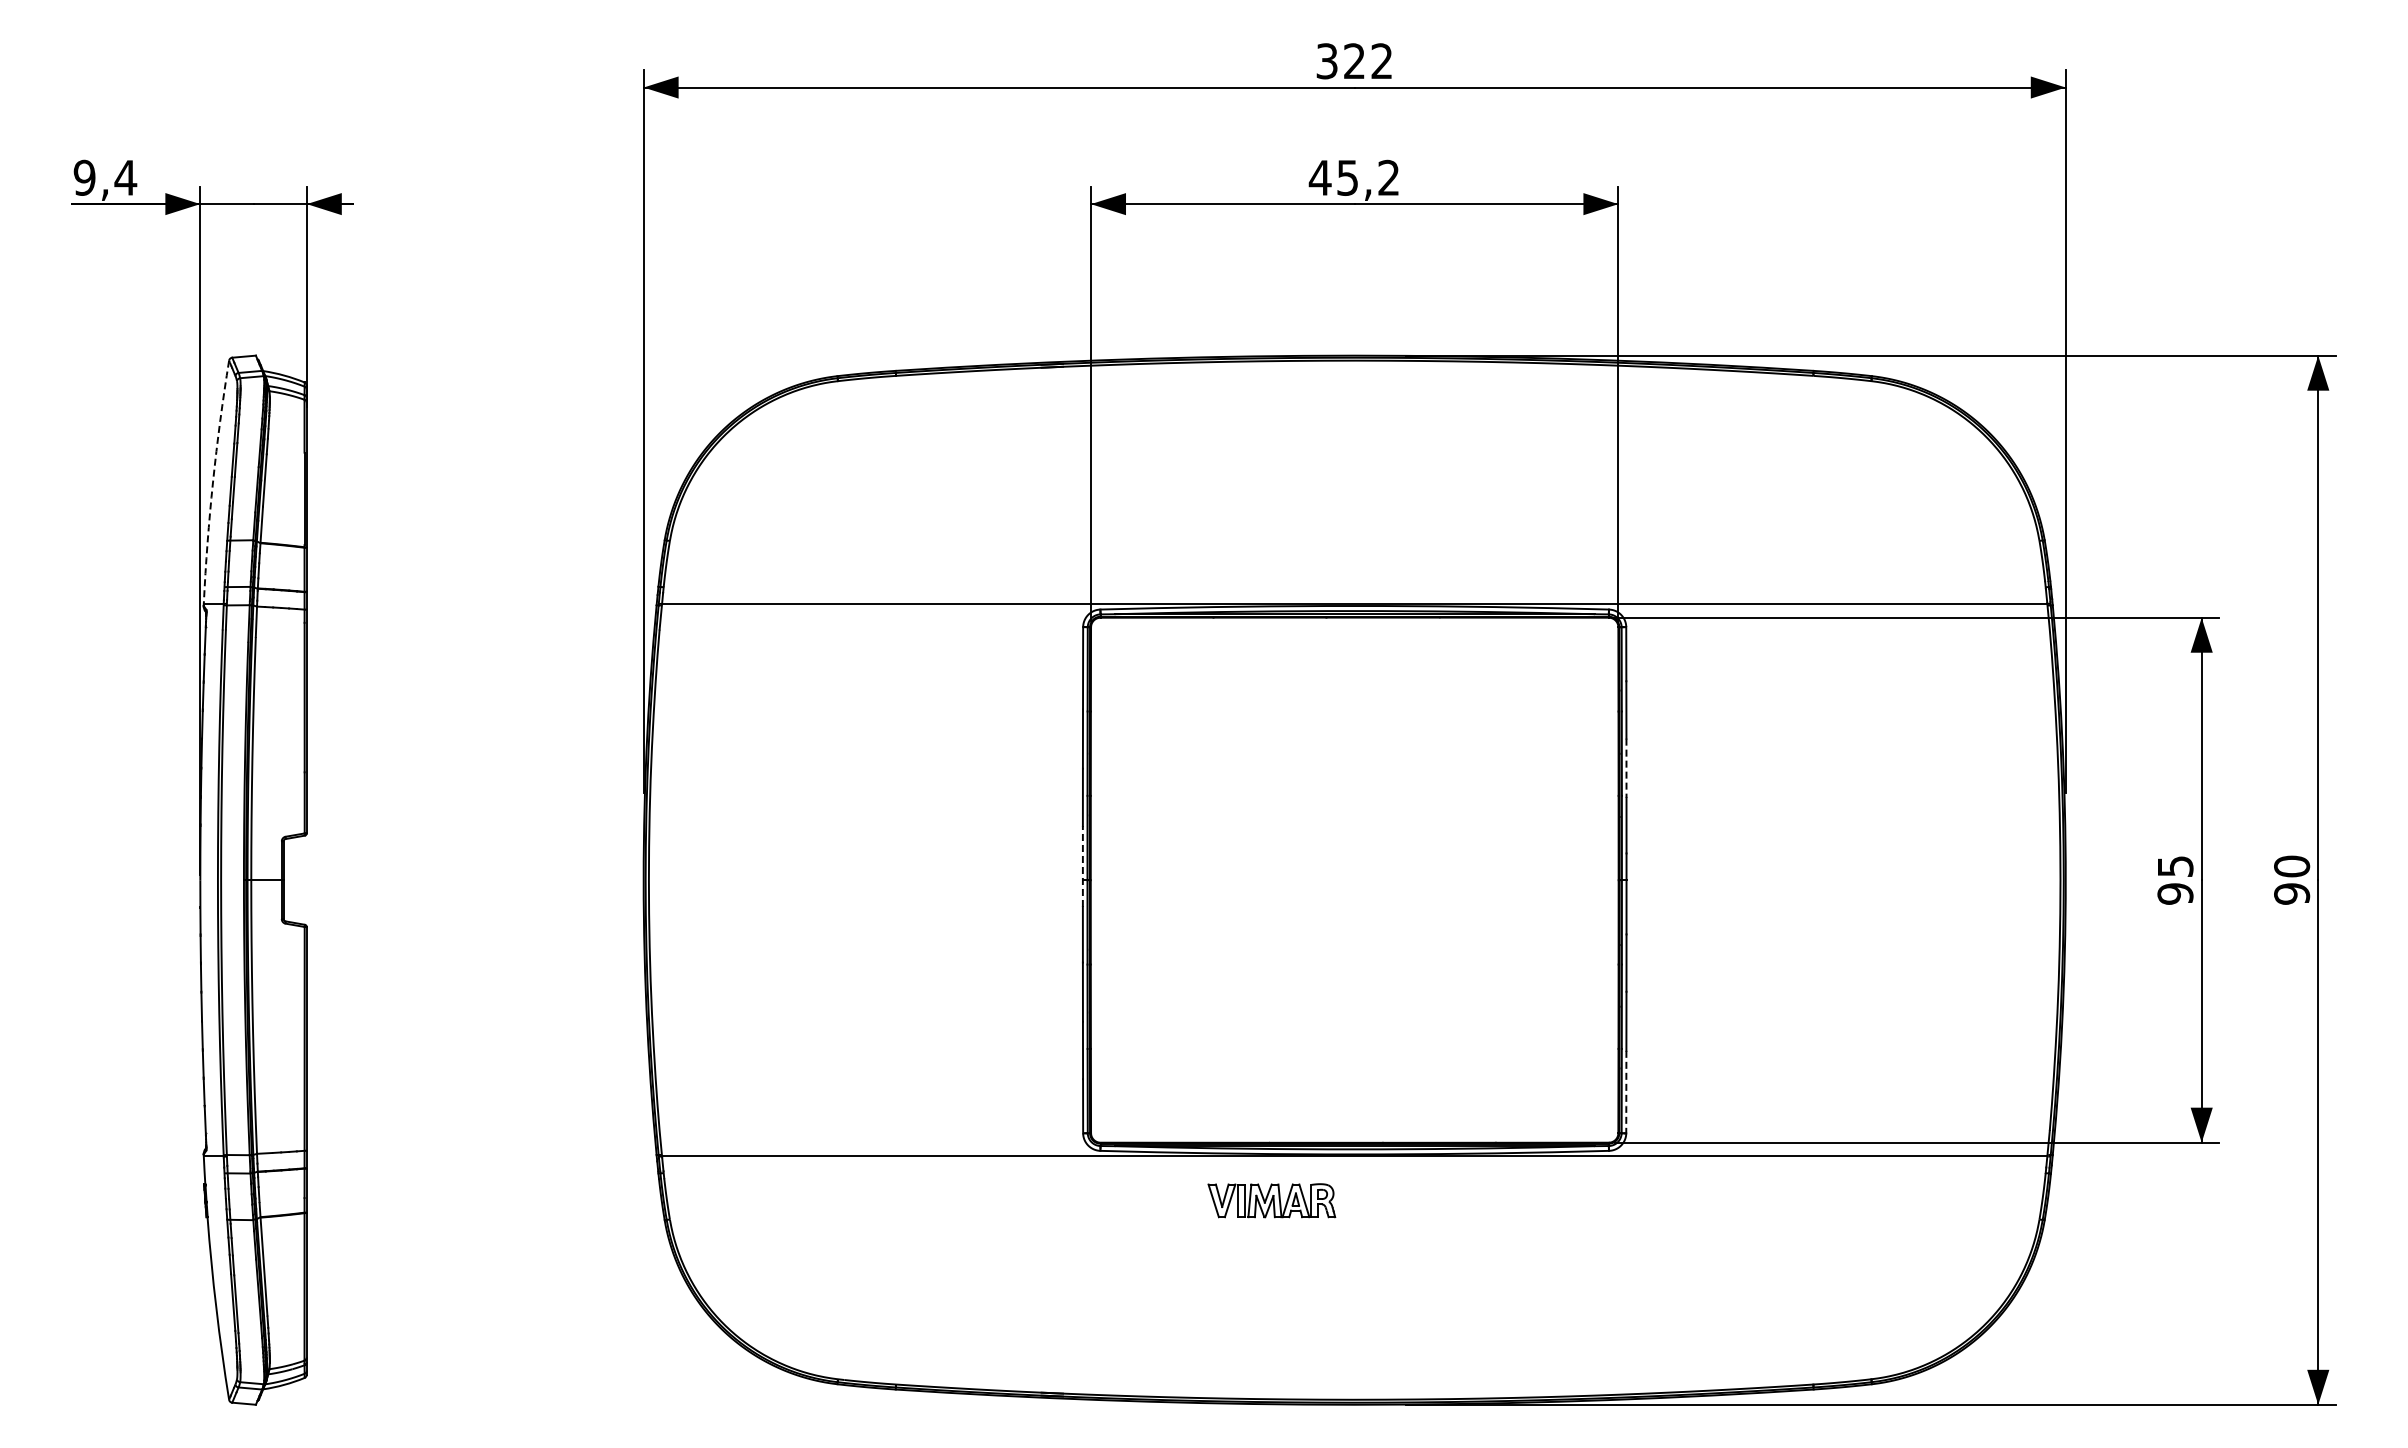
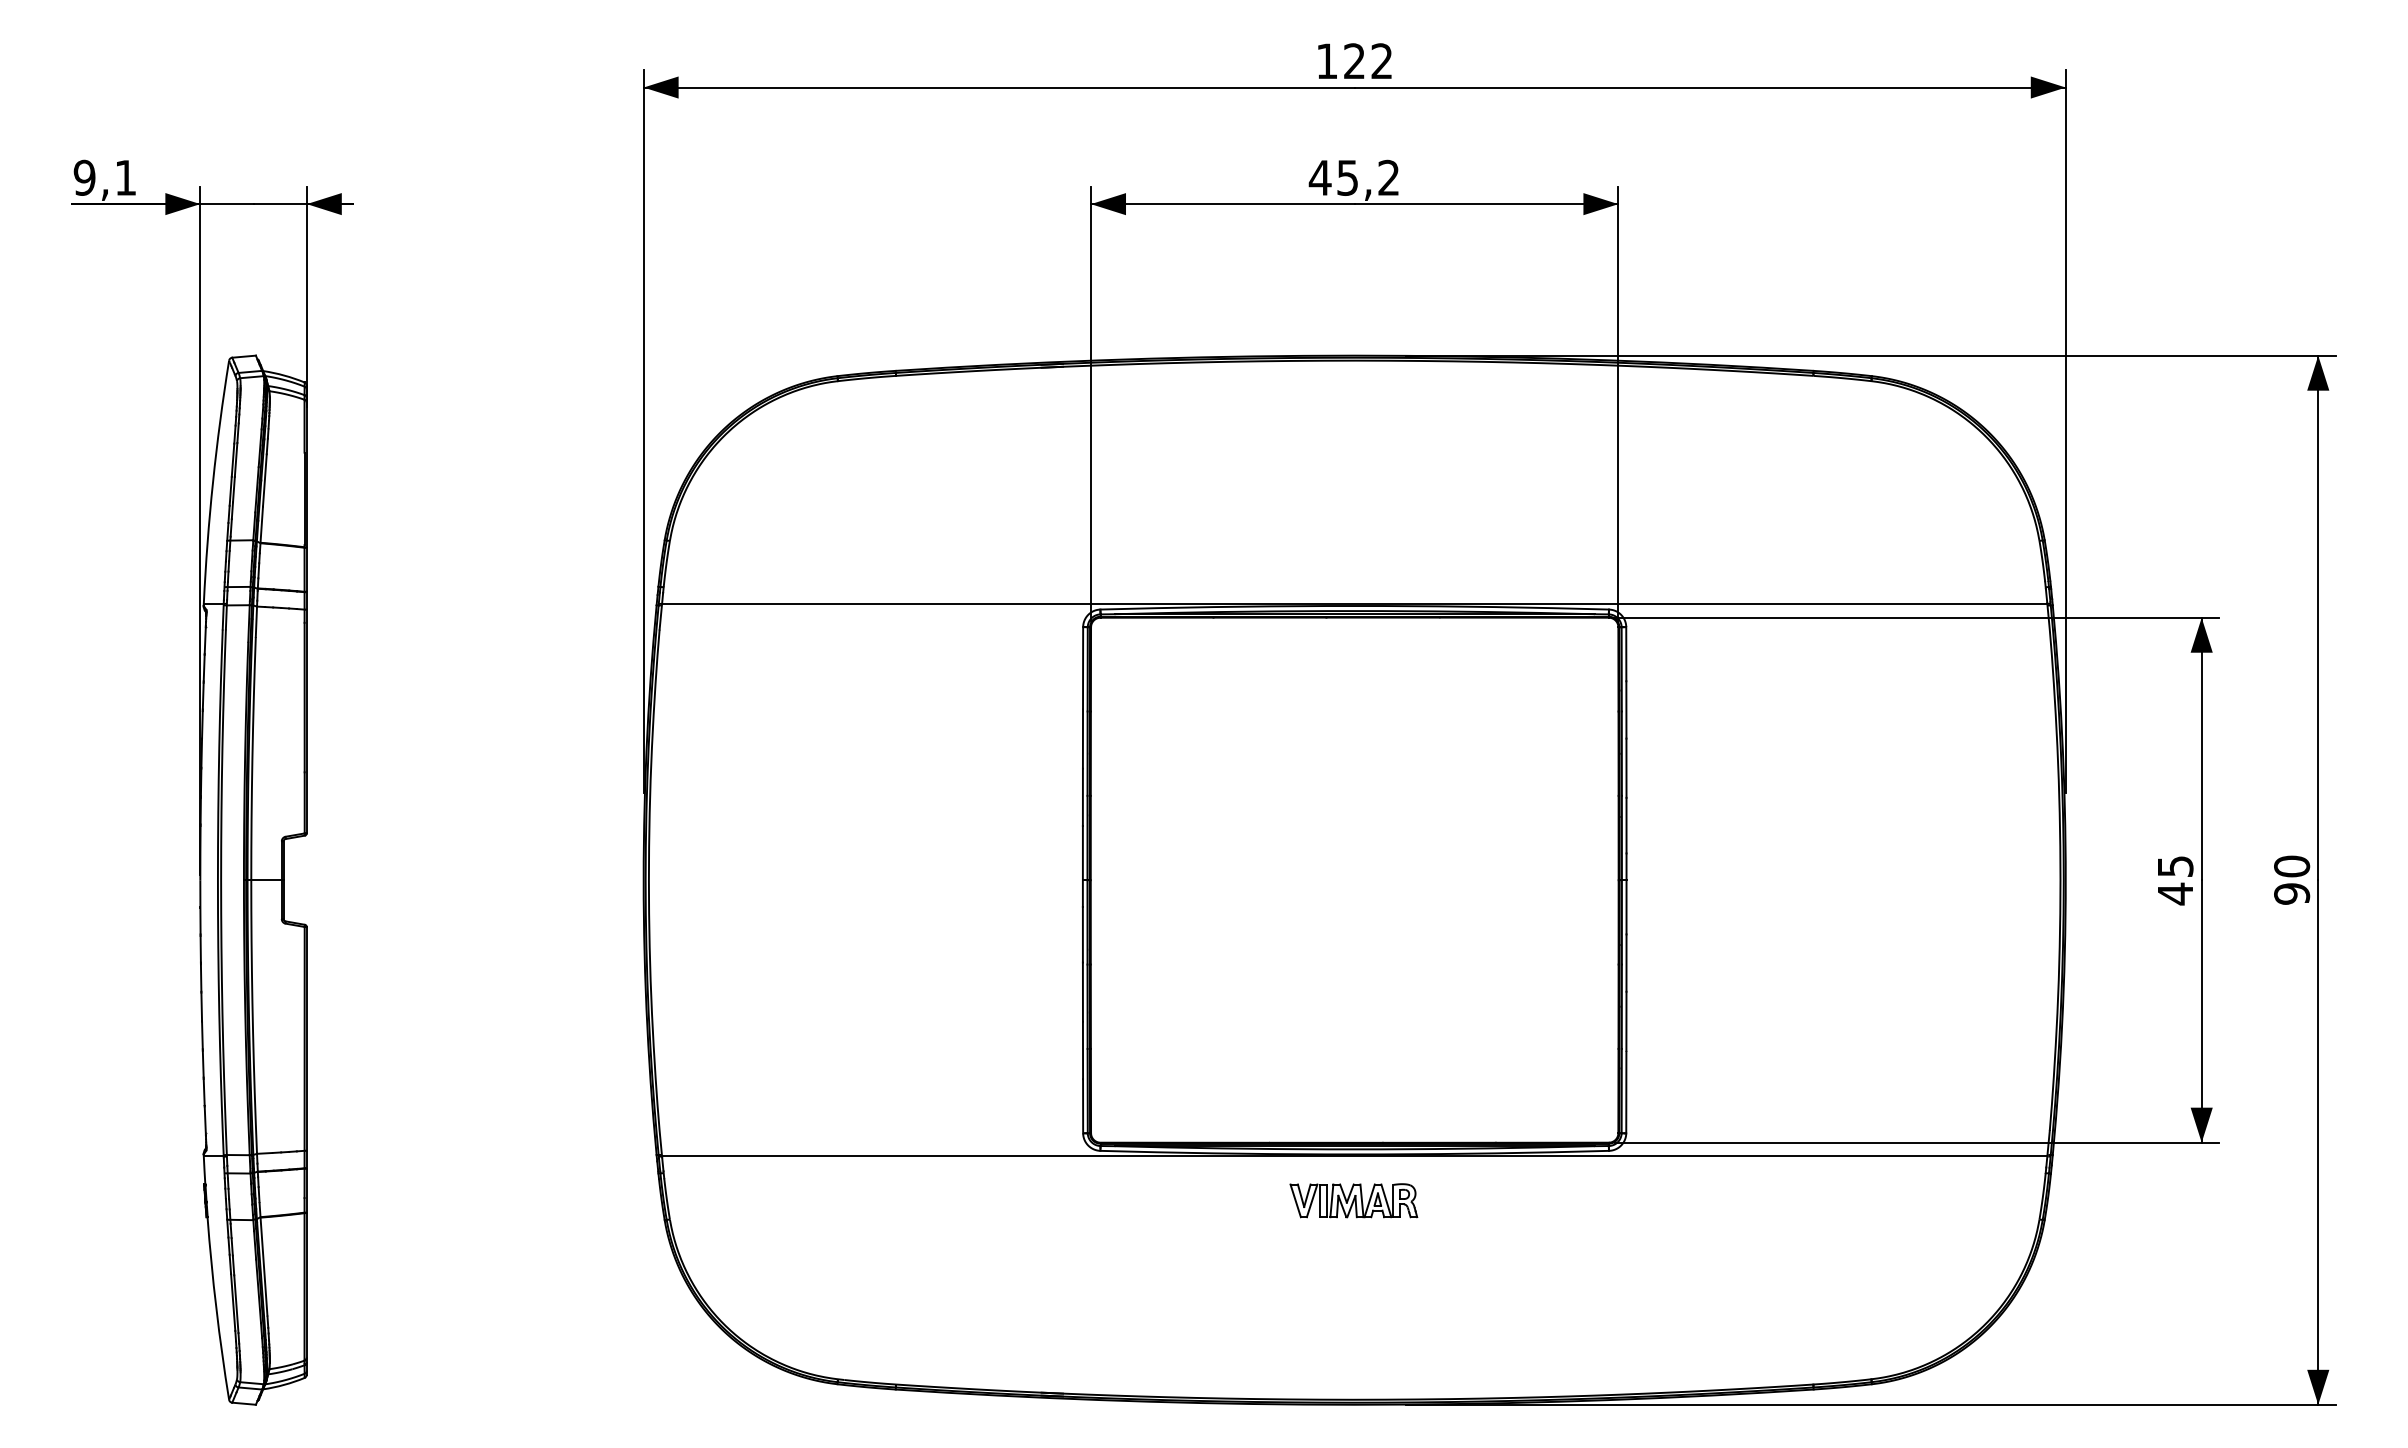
text at (1326, 61): 322 -> 122
text at (125, 177): 9,4 -> 9,1
arc at (213, 481): dashed -> solid
line at (1626, 768): dashed -> solid
line at (1082, 865): dashed -> solid
text at (2175, 893): 95 -> 45
line at (1626, 1092): dashed -> solid
part at (1271, 1200) position: (1271, 1200) -> (1353, 1200)
